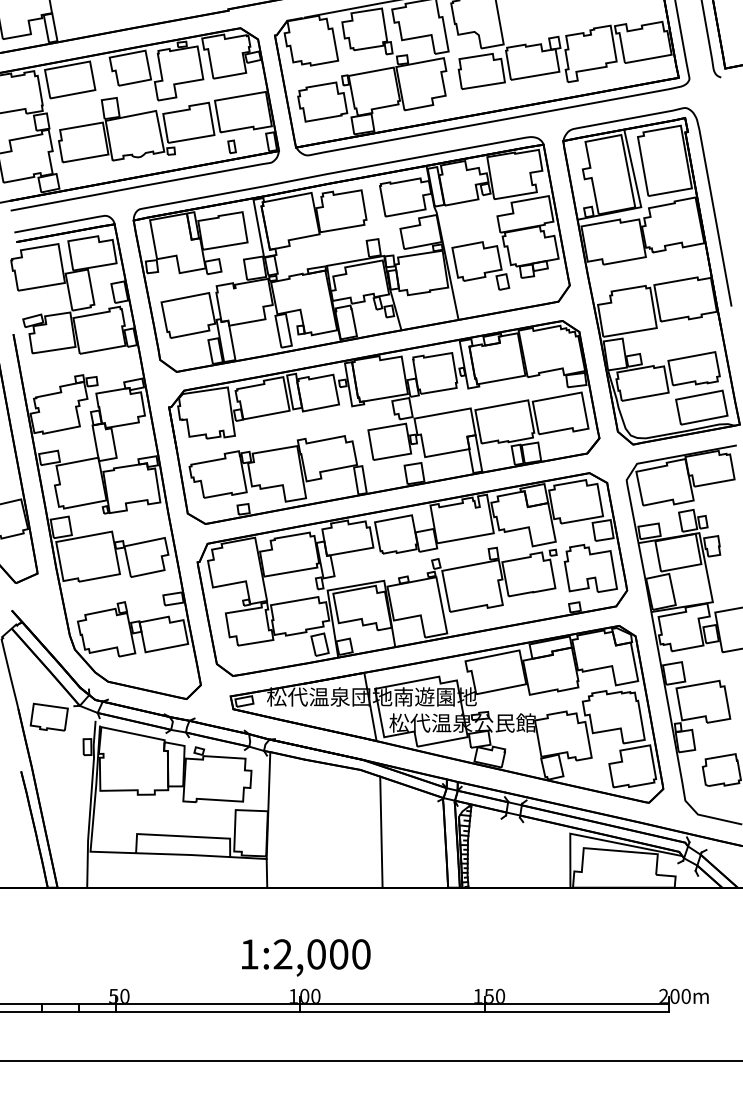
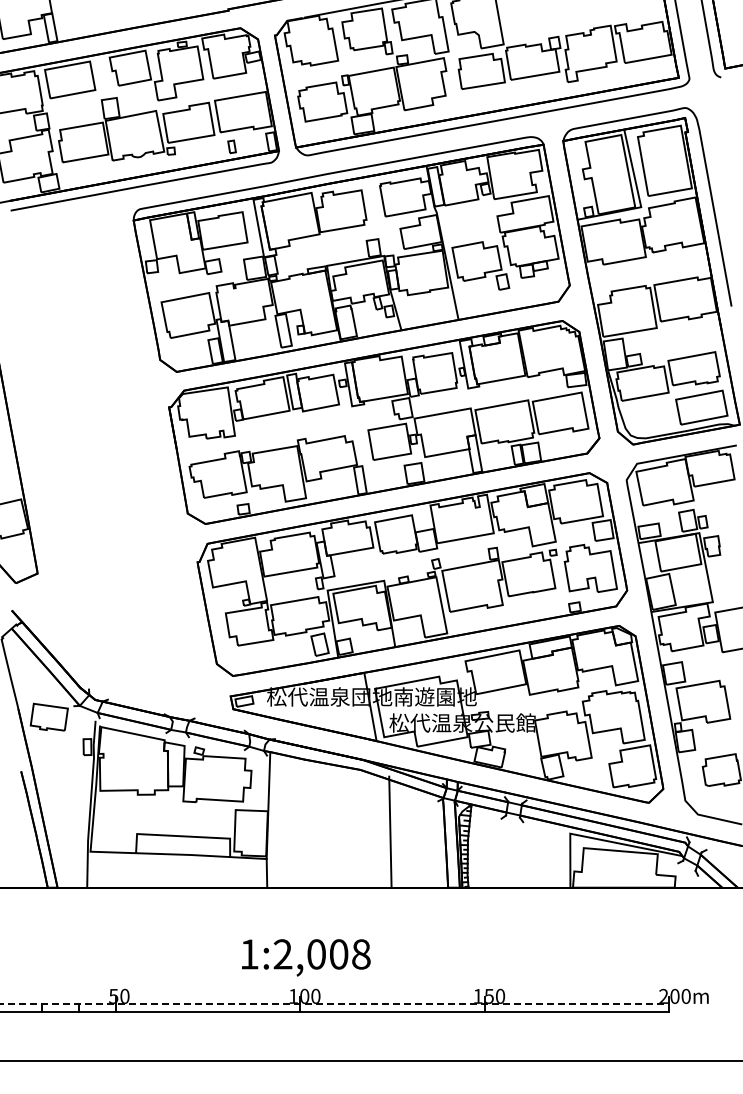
part at (105, 456): present -> none
line at (381, 831) position: (381, 831) -> (390, 831)
text at (361, 954): 1:2,000 -> 1:2,008
line at (334, 1004): solid -> dashed
